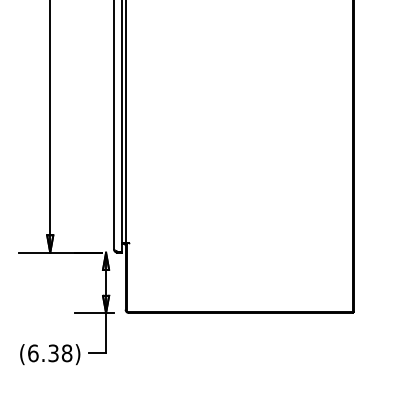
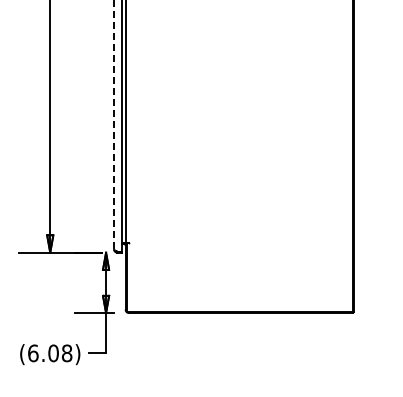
line at (114, 124): solid -> dashed
text at (53, 353): (6.38) -> (6.08)
